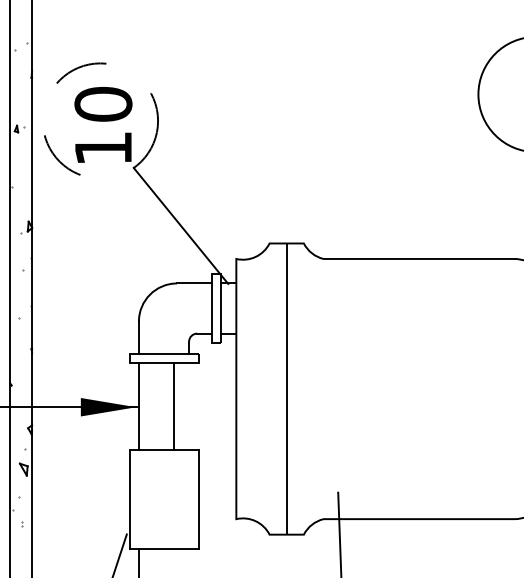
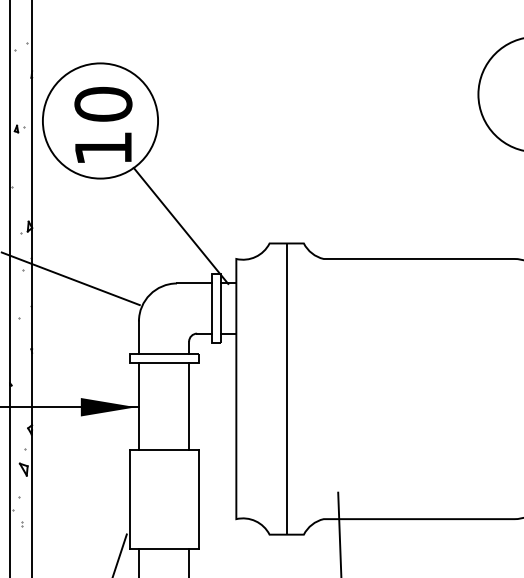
circle at (100, 120): dashed -> solid
line at (70, 278): none -> present
line at (174, 405) position: (174, 405) -> (189, 405)
line at (189, 561): none -> present
